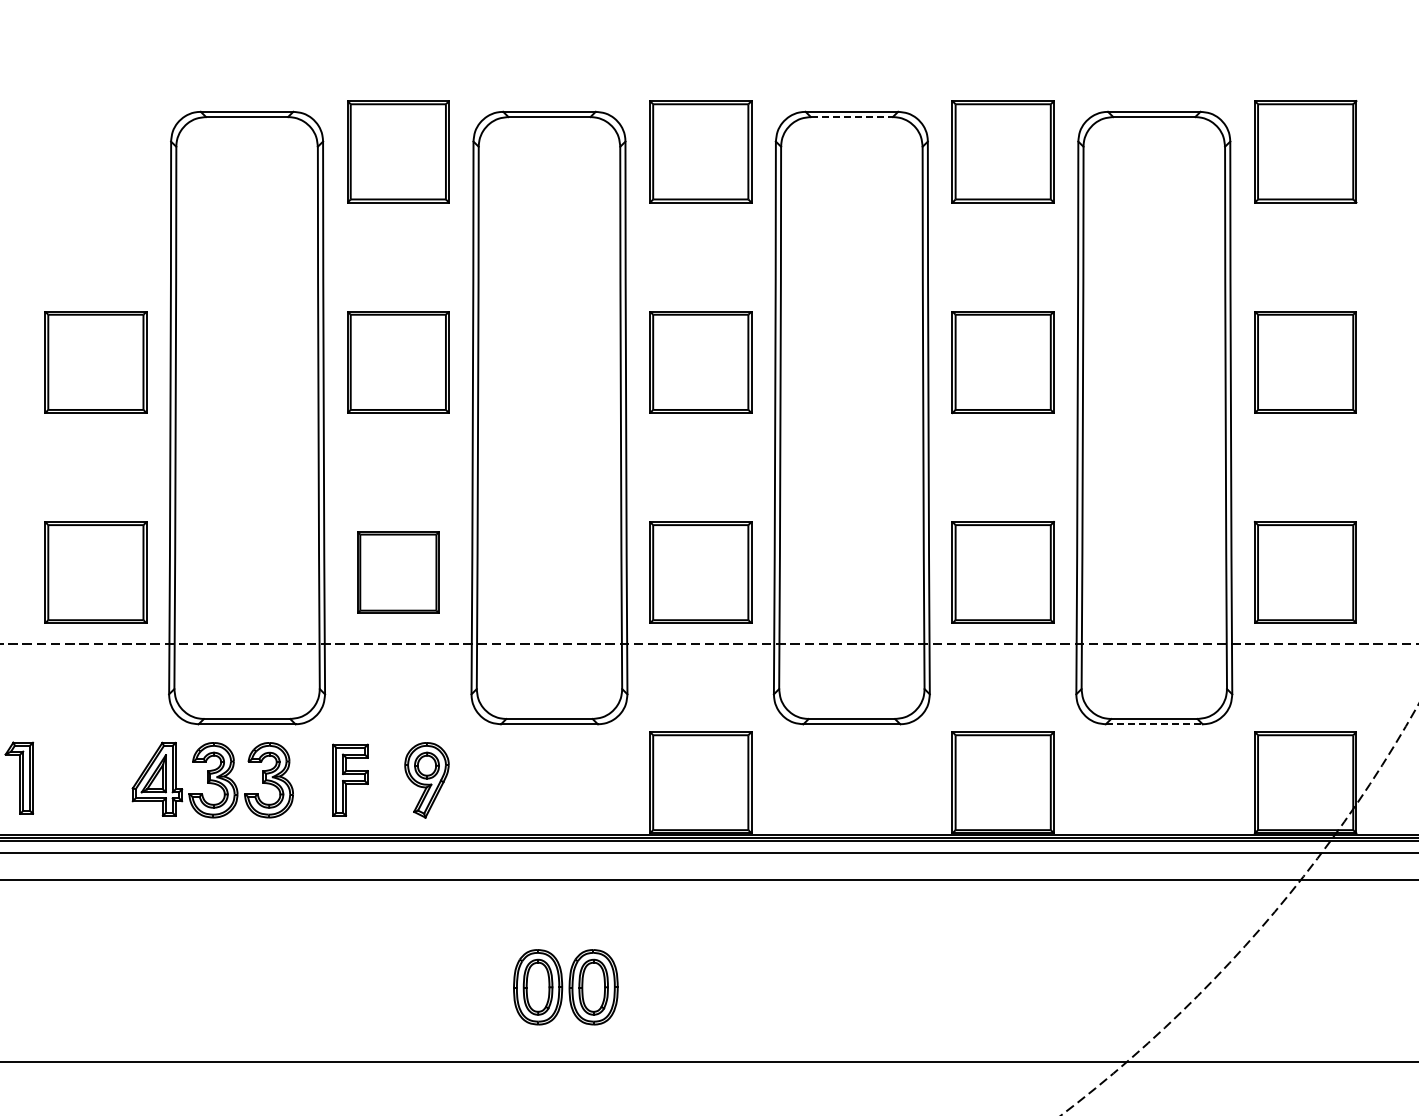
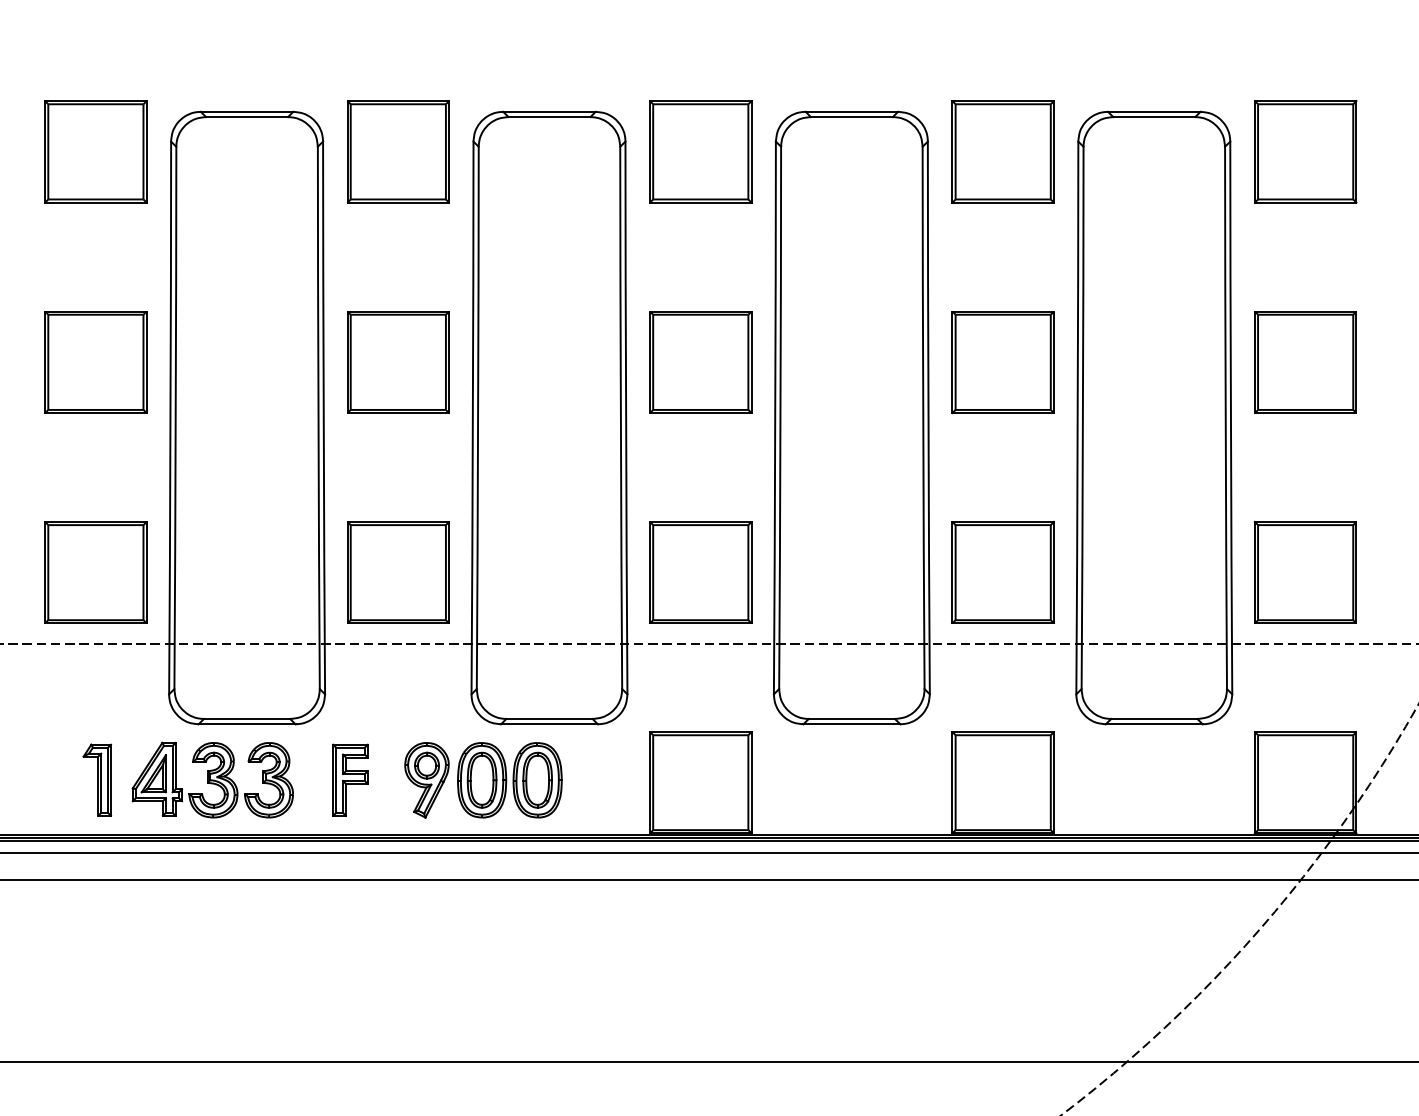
line at (851, 117): dashed -> solid
part at (95, 151): none -> present
part at (398, 572) size: 83x83 px -> 103x103 px
line at (1154, 724): dashed -> solid
part at (19, 777) position: (19, 777) -> (97, 779)
part at (565, 987) position: (565, 987) -> (509, 780)
